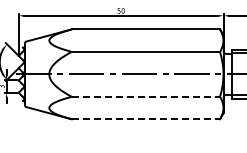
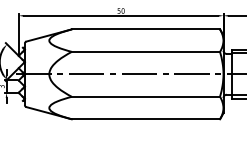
line at (146, 96): dashed -> solid
line at (146, 119): dashed -> solid
